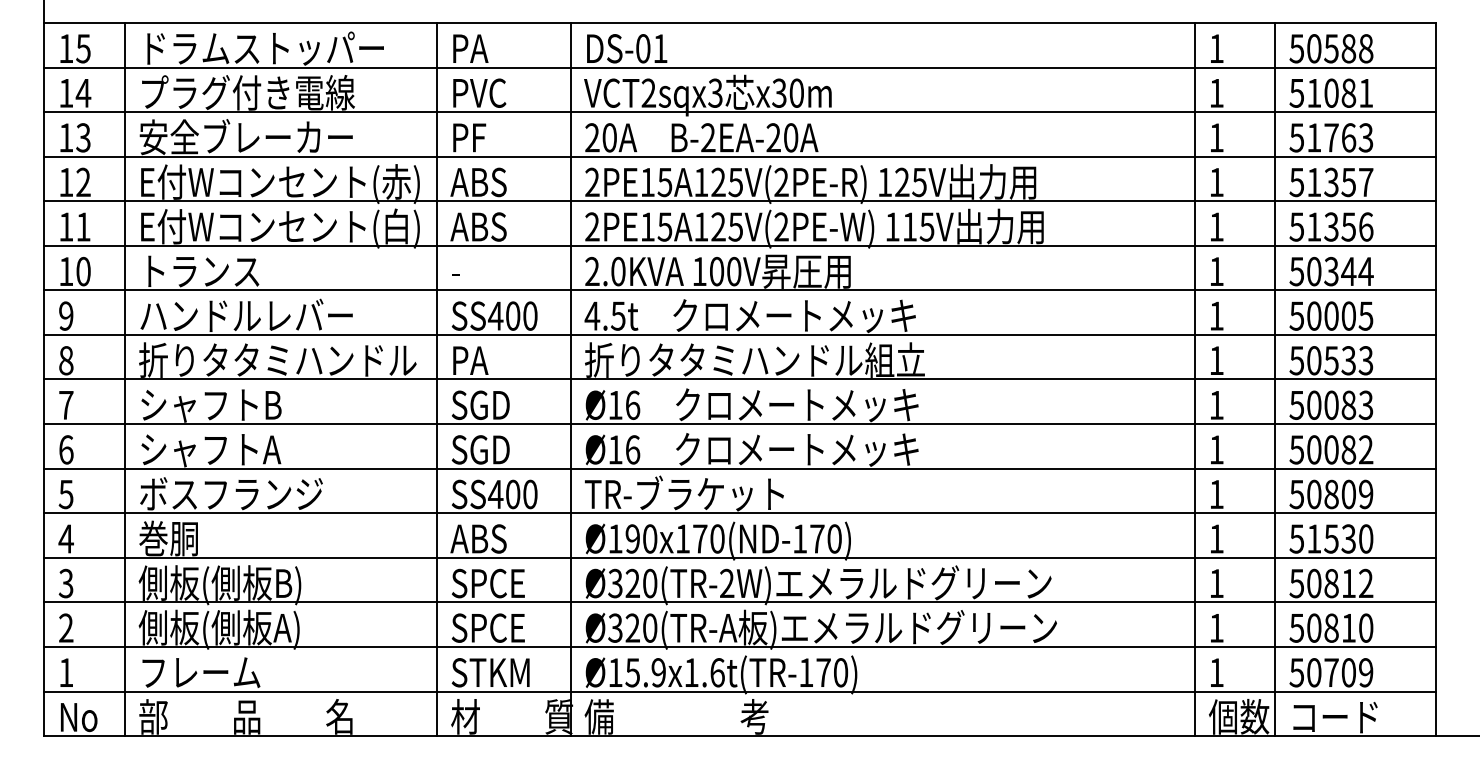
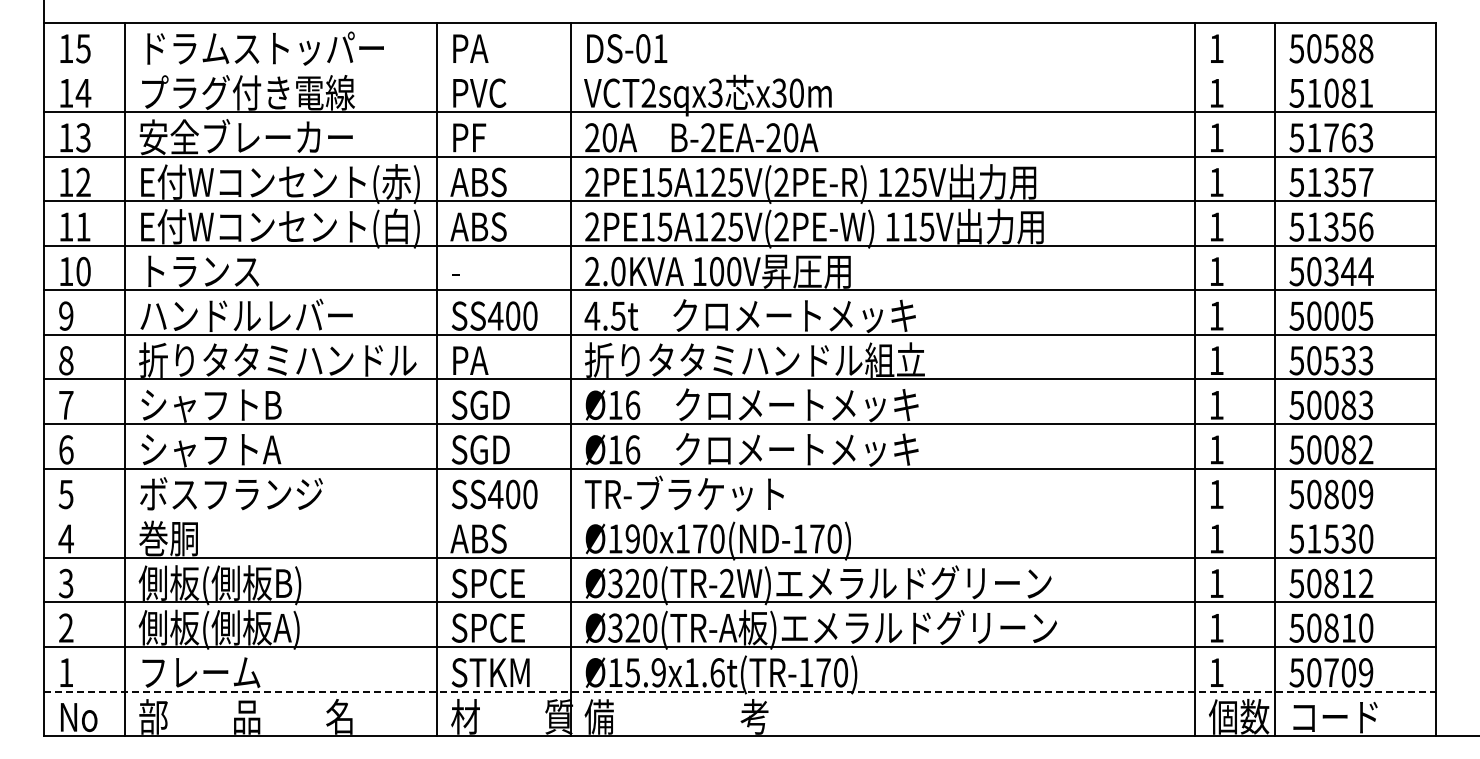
line at (739, 67): present -> none
line at (739, 513): present -> none
line at (739, 691): solid -> dashed
